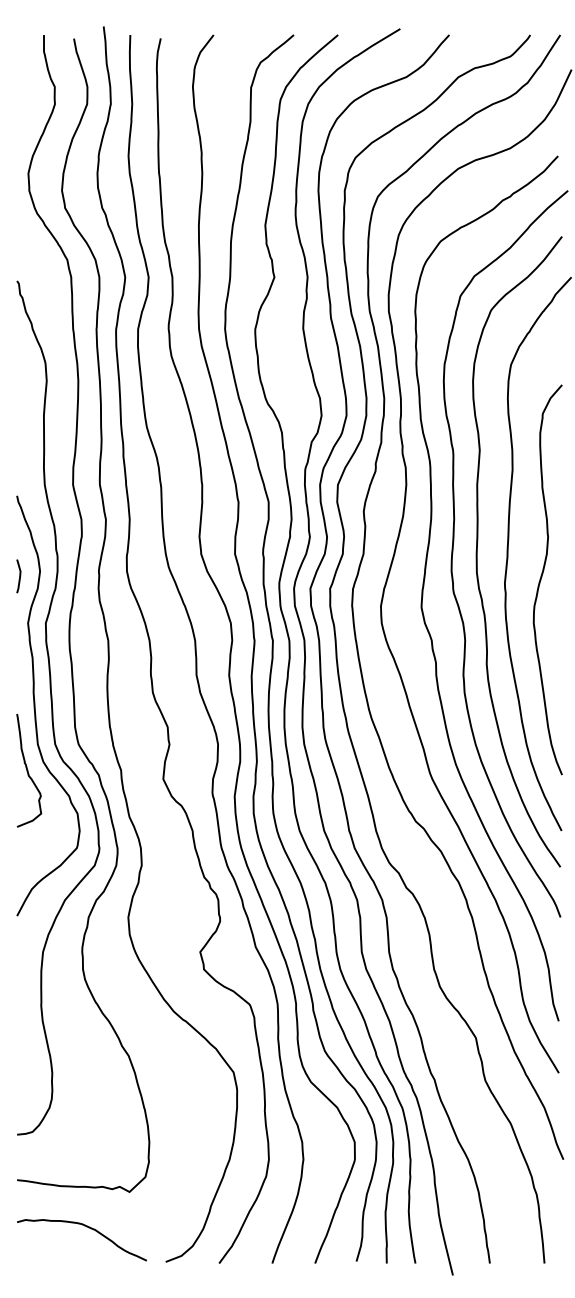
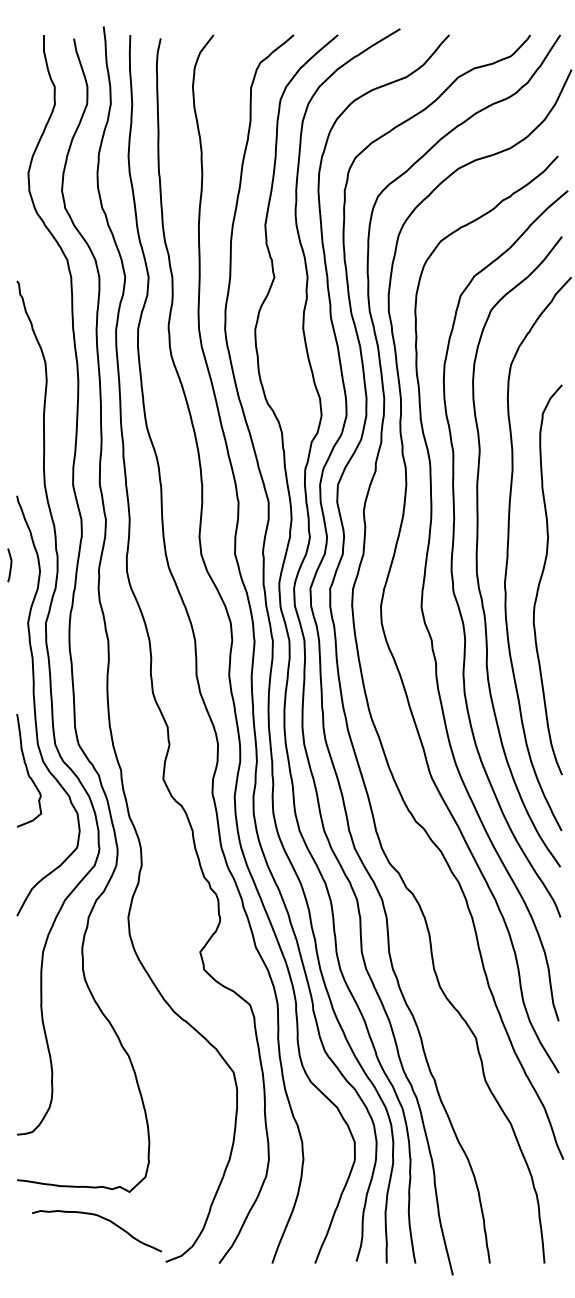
curve at (19, 576) position: (19, 576) -> (10, 565)
curve at (88, 1228) position: (88, 1228) -> (103, 1219)
